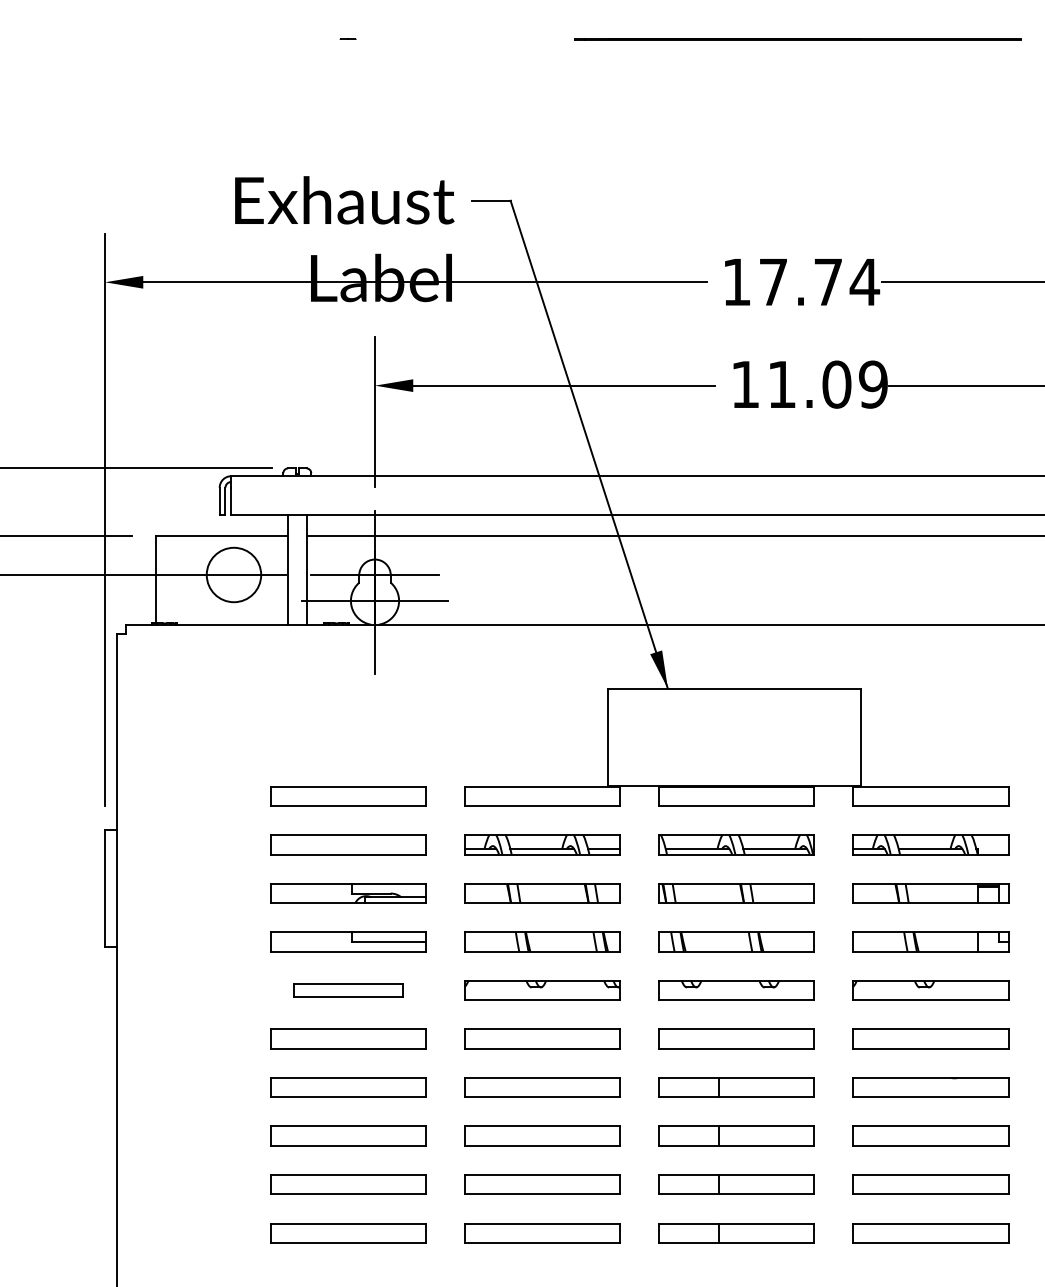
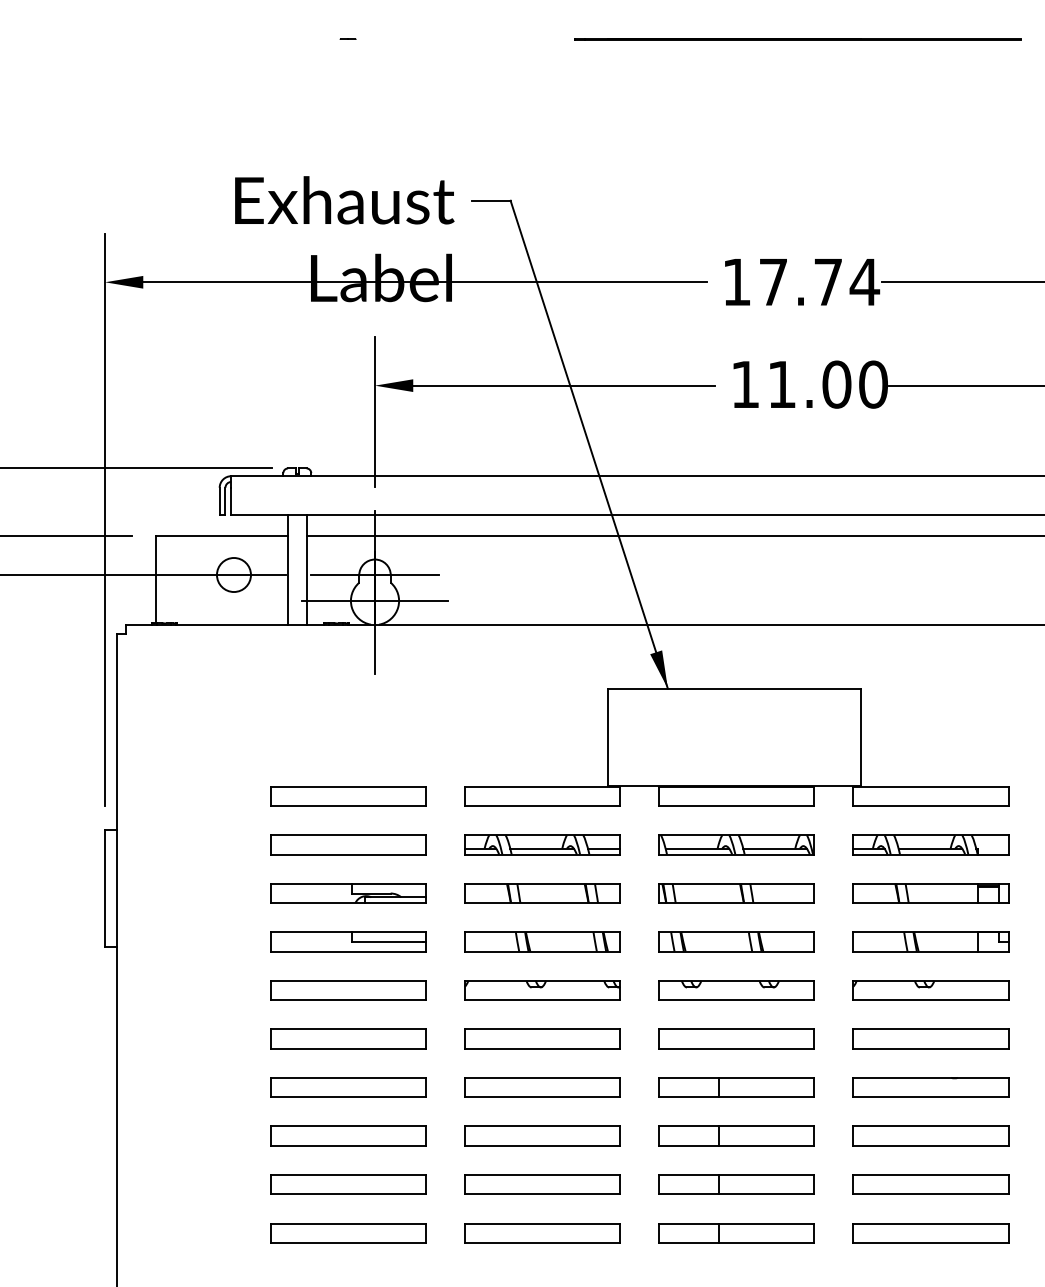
text at (873, 384): 11.09 -> 11.00
circle at (233, 574) diameter: 54 px -> 34 px
part at (348, 990) size: 111x15 px -> 157x21 px
